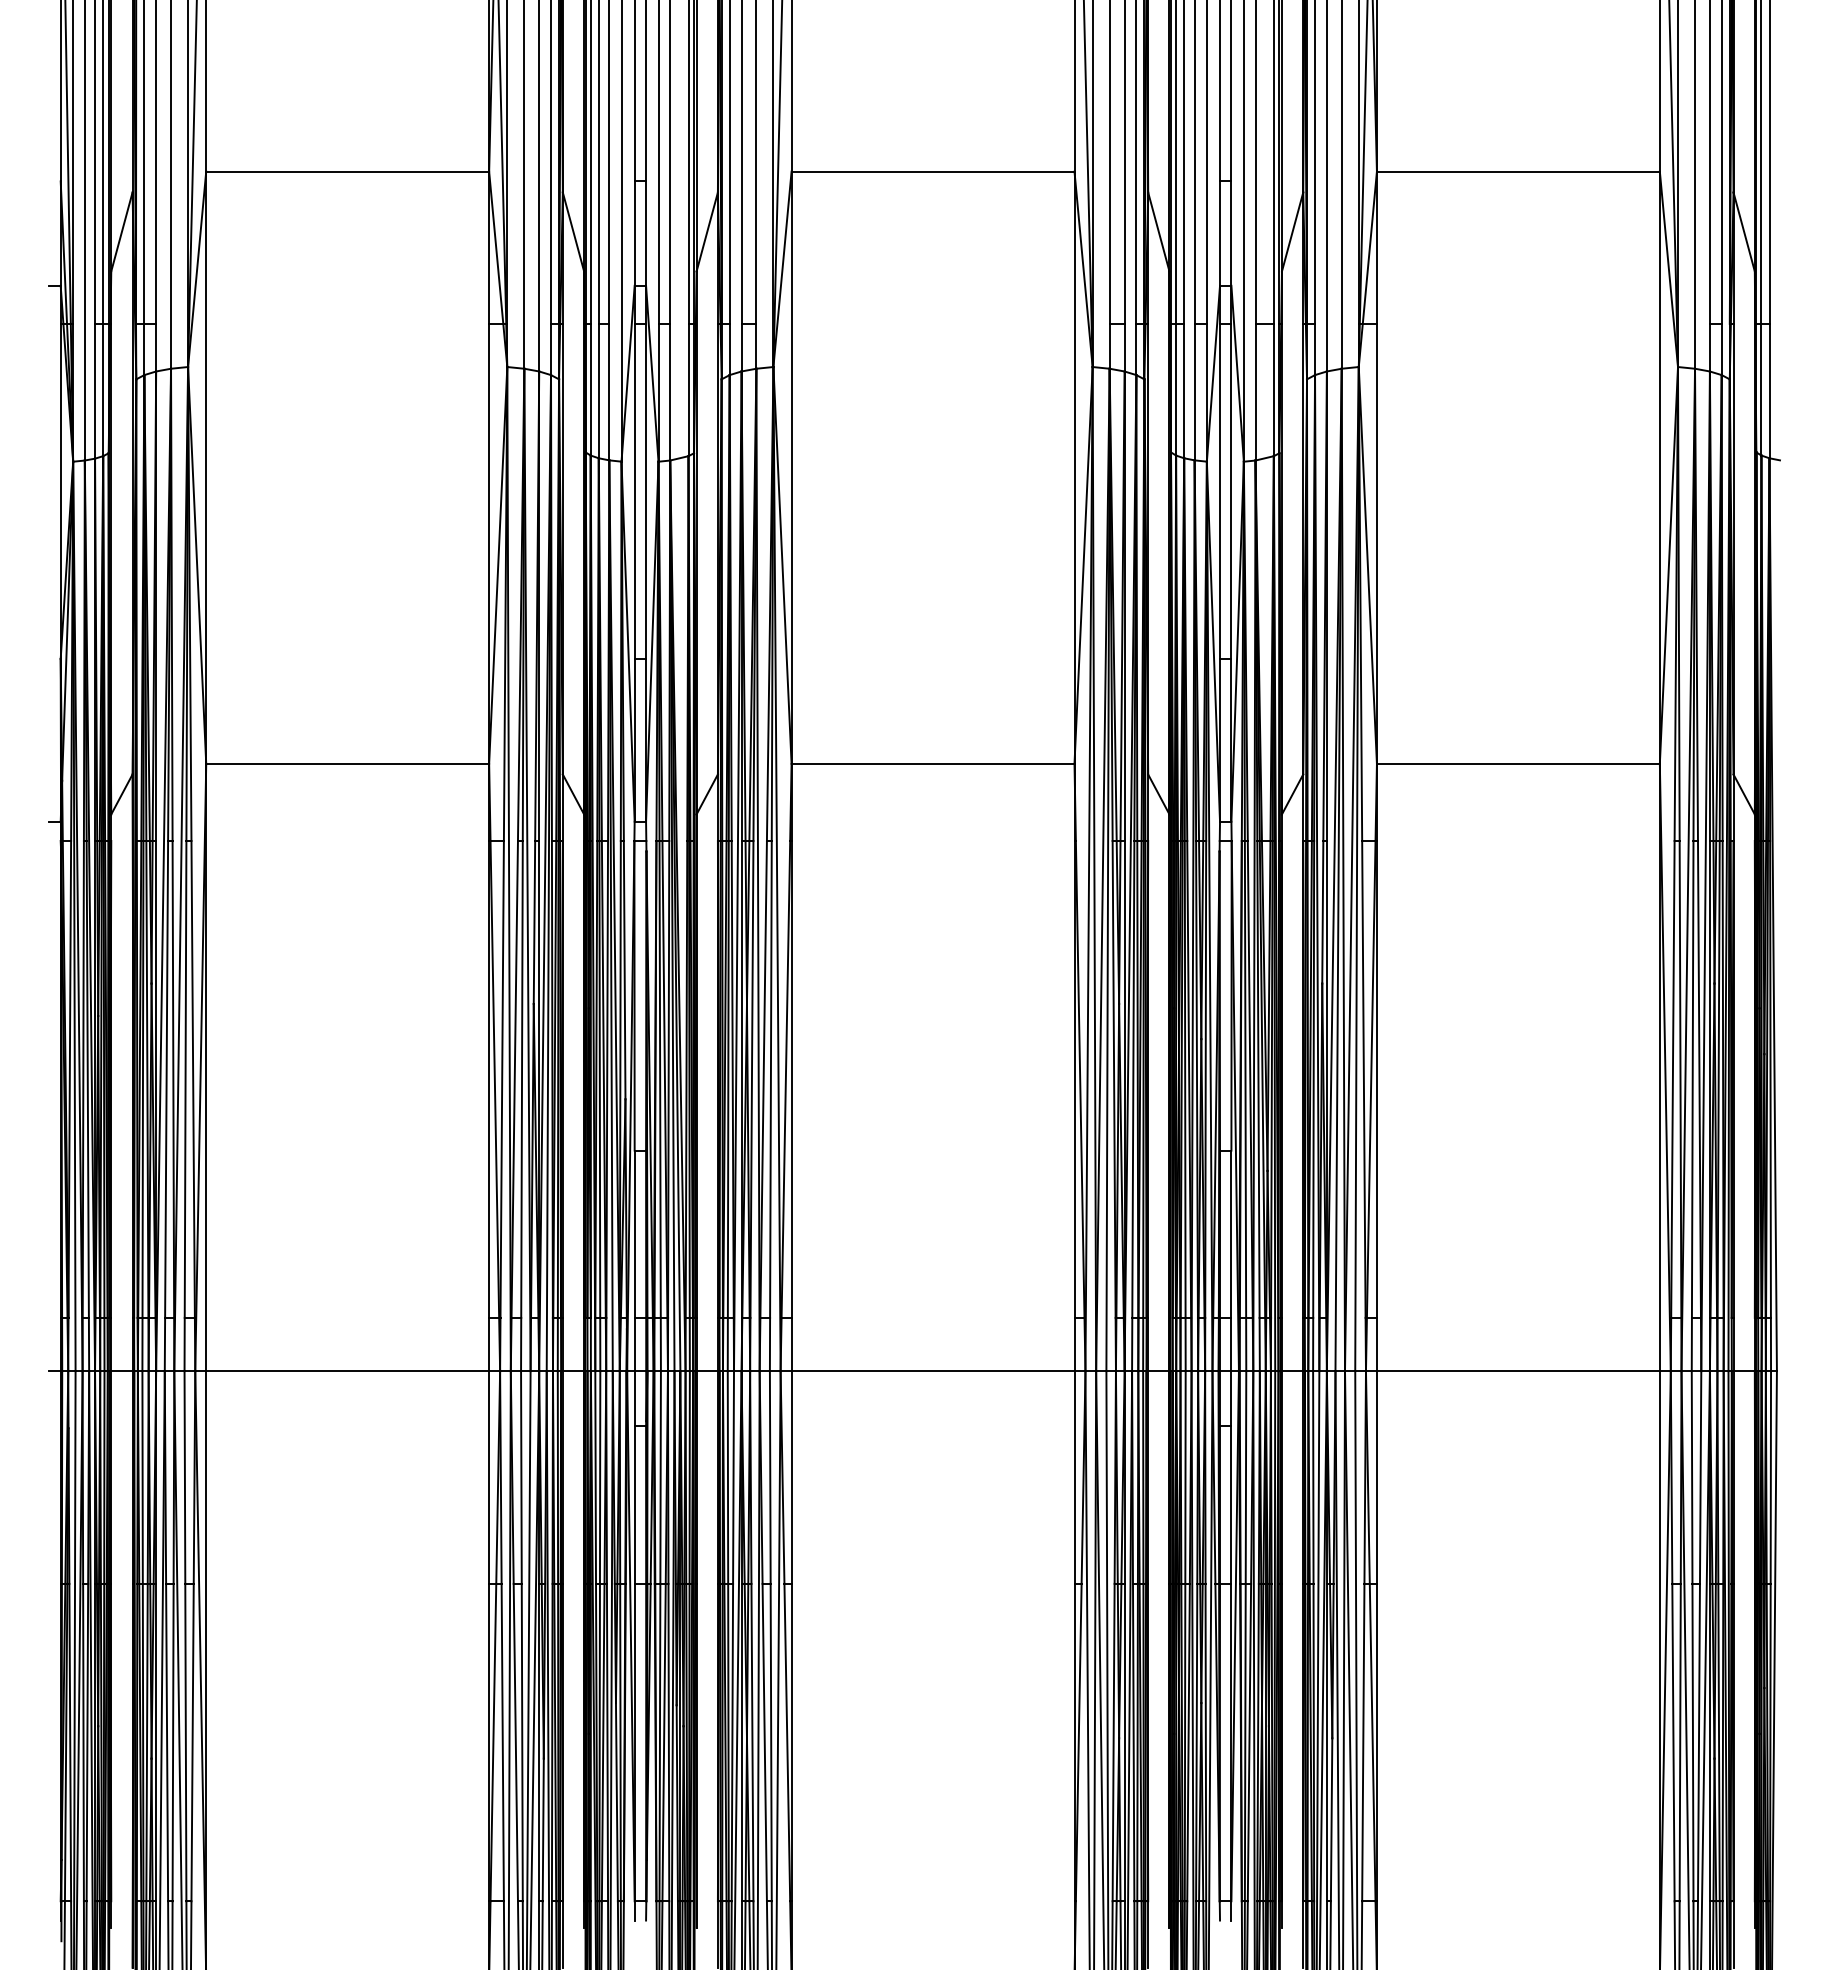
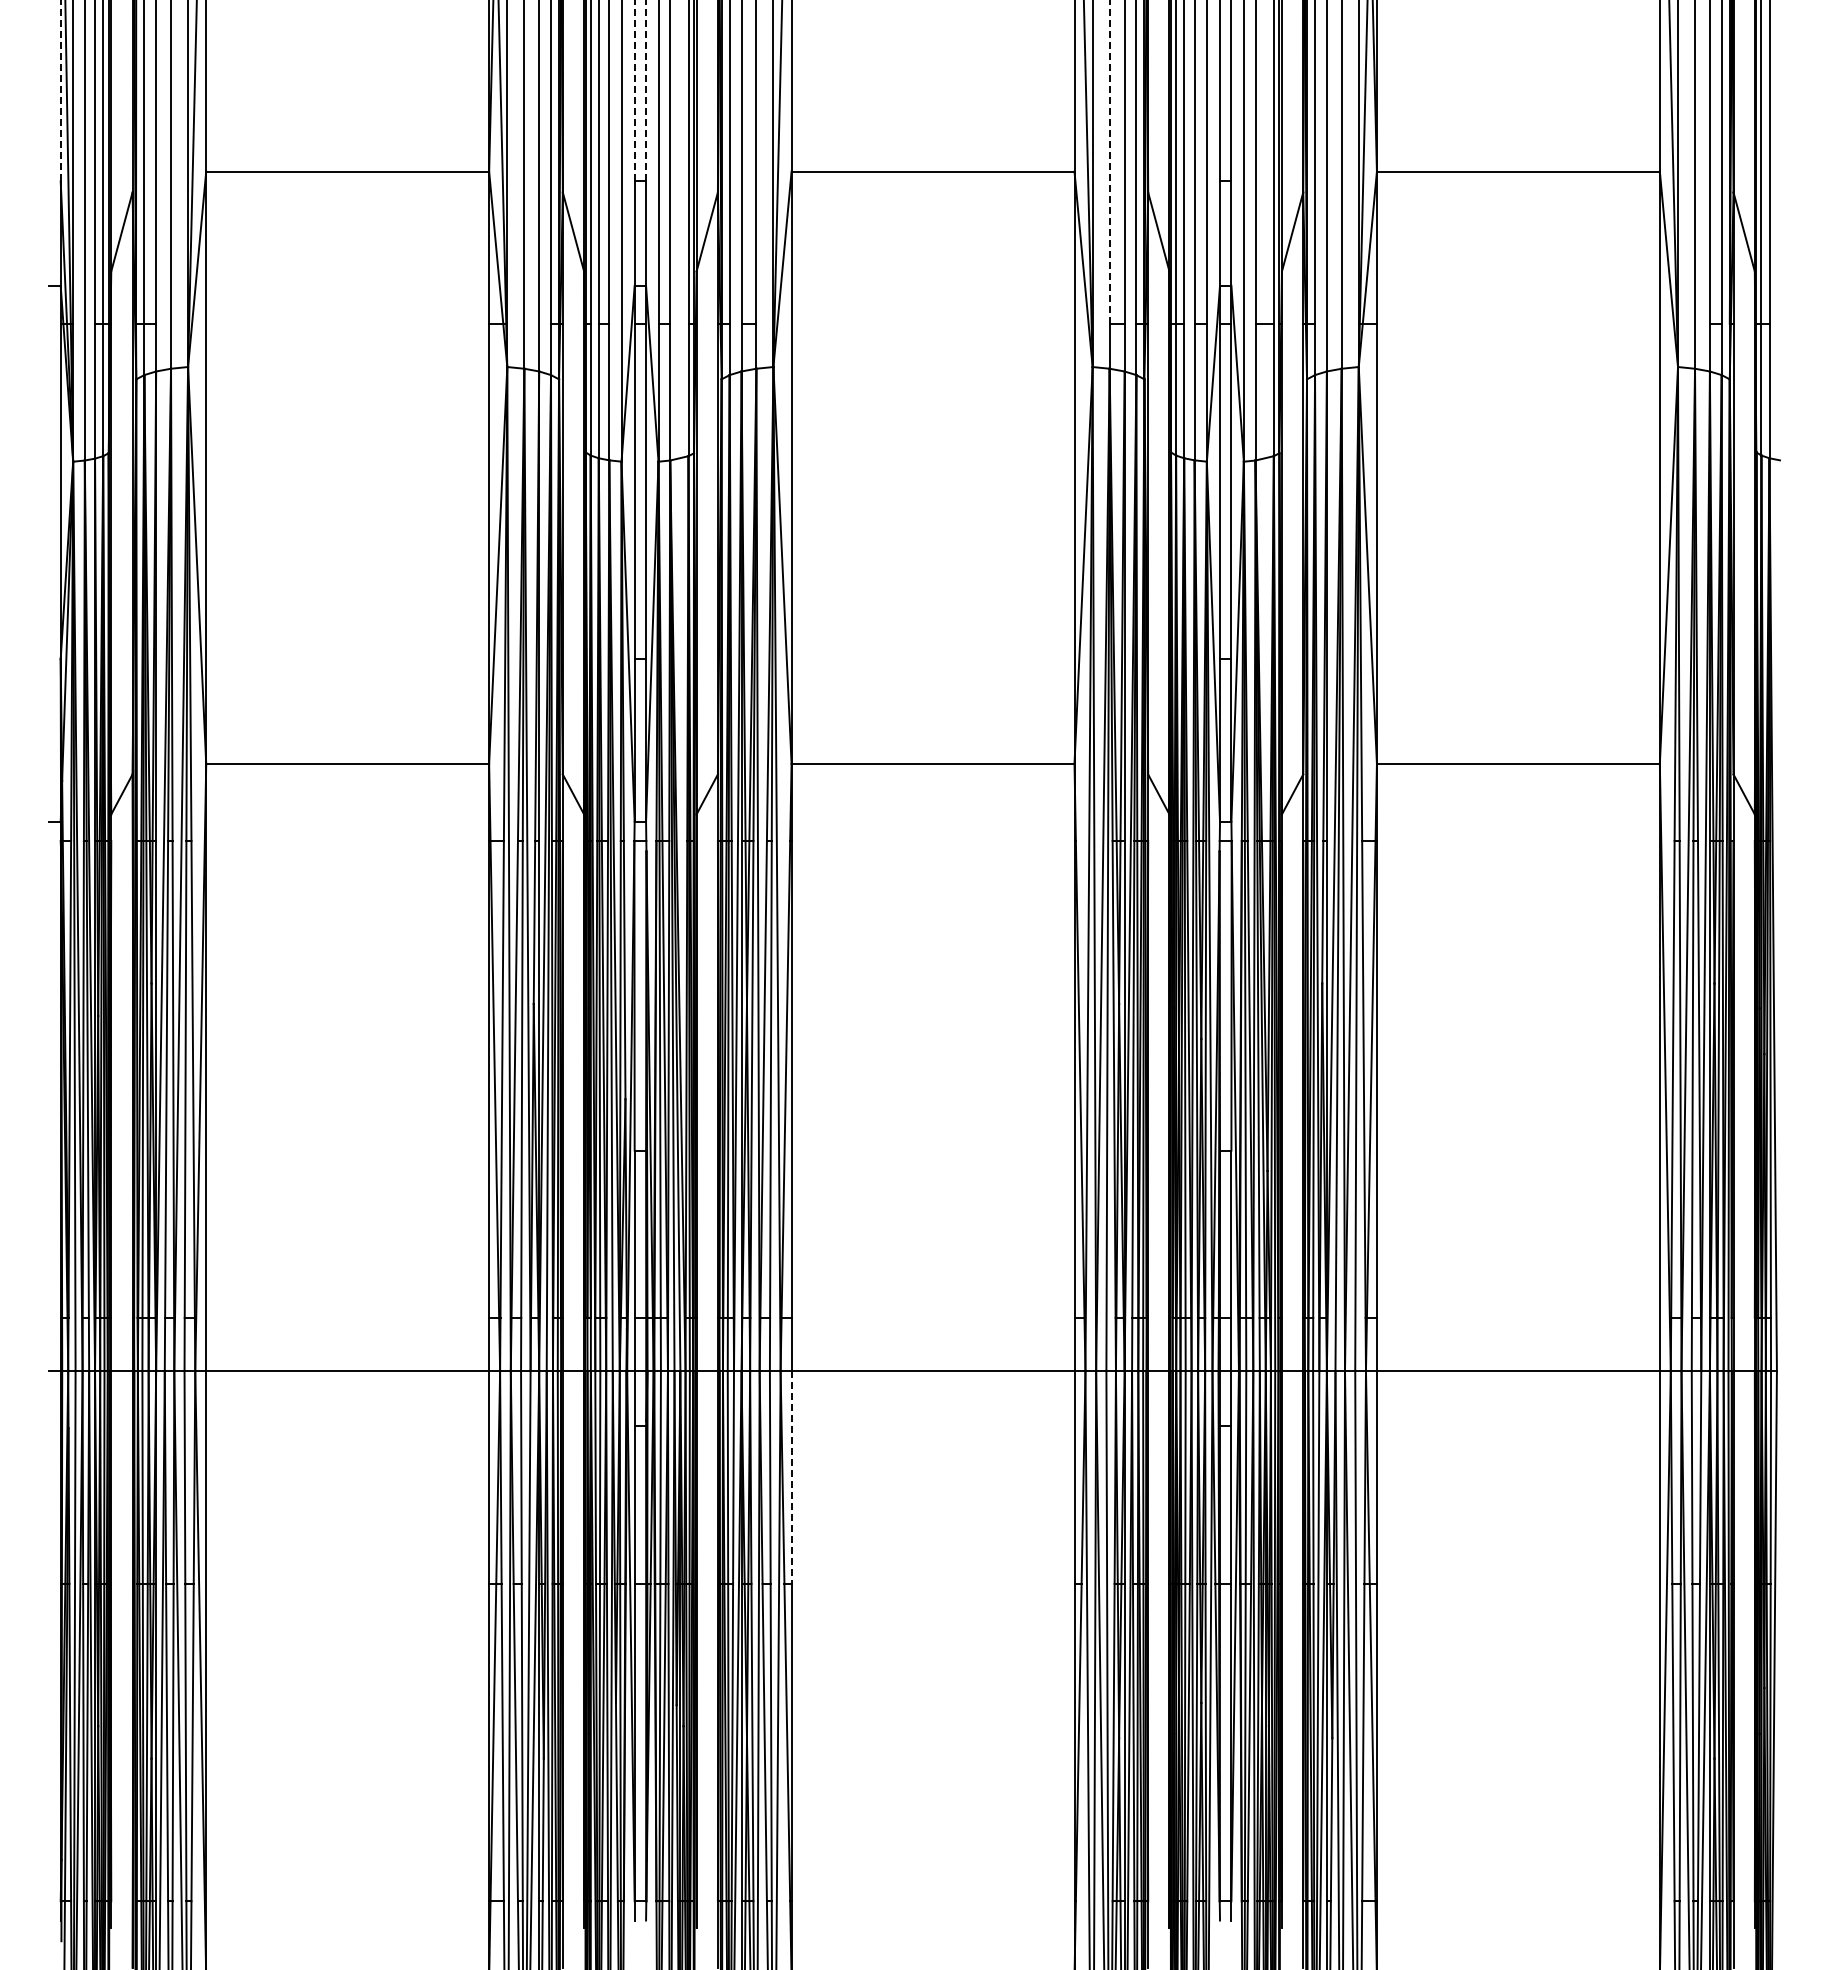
line at (60, 90): solid -> dashed
line at (634, 90): solid -> dashed
line at (646, 91): solid -> dashed
line at (1109, 162): solid -> dashed
line at (791, 1478): solid -> dashed
